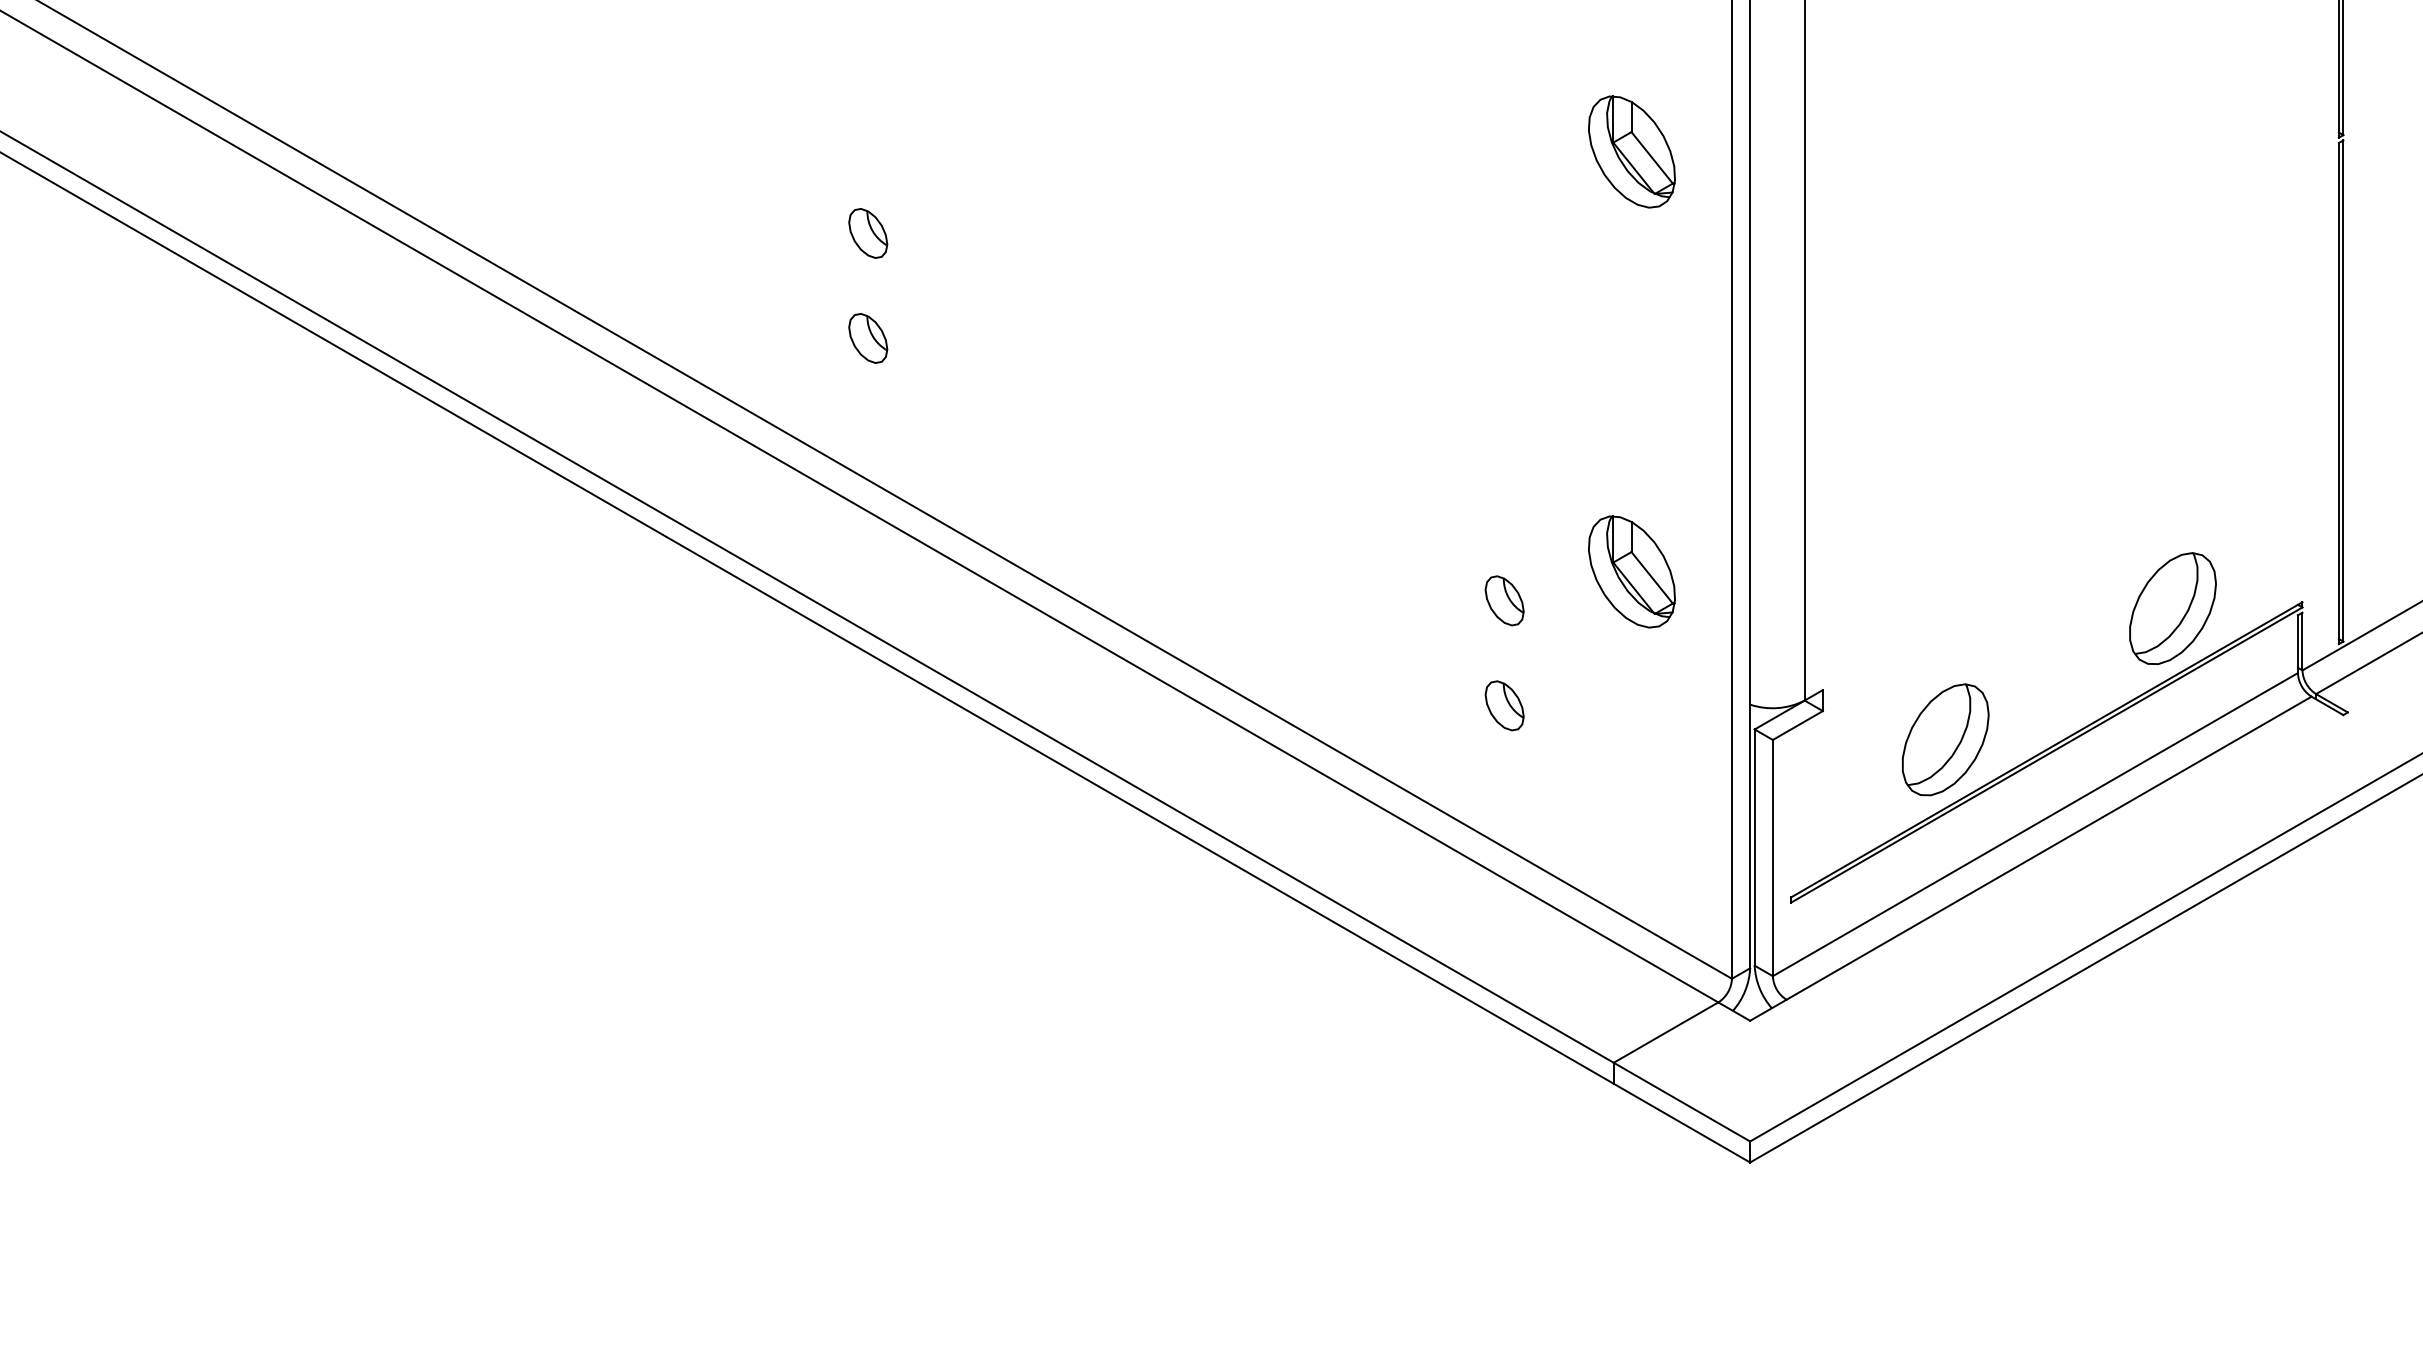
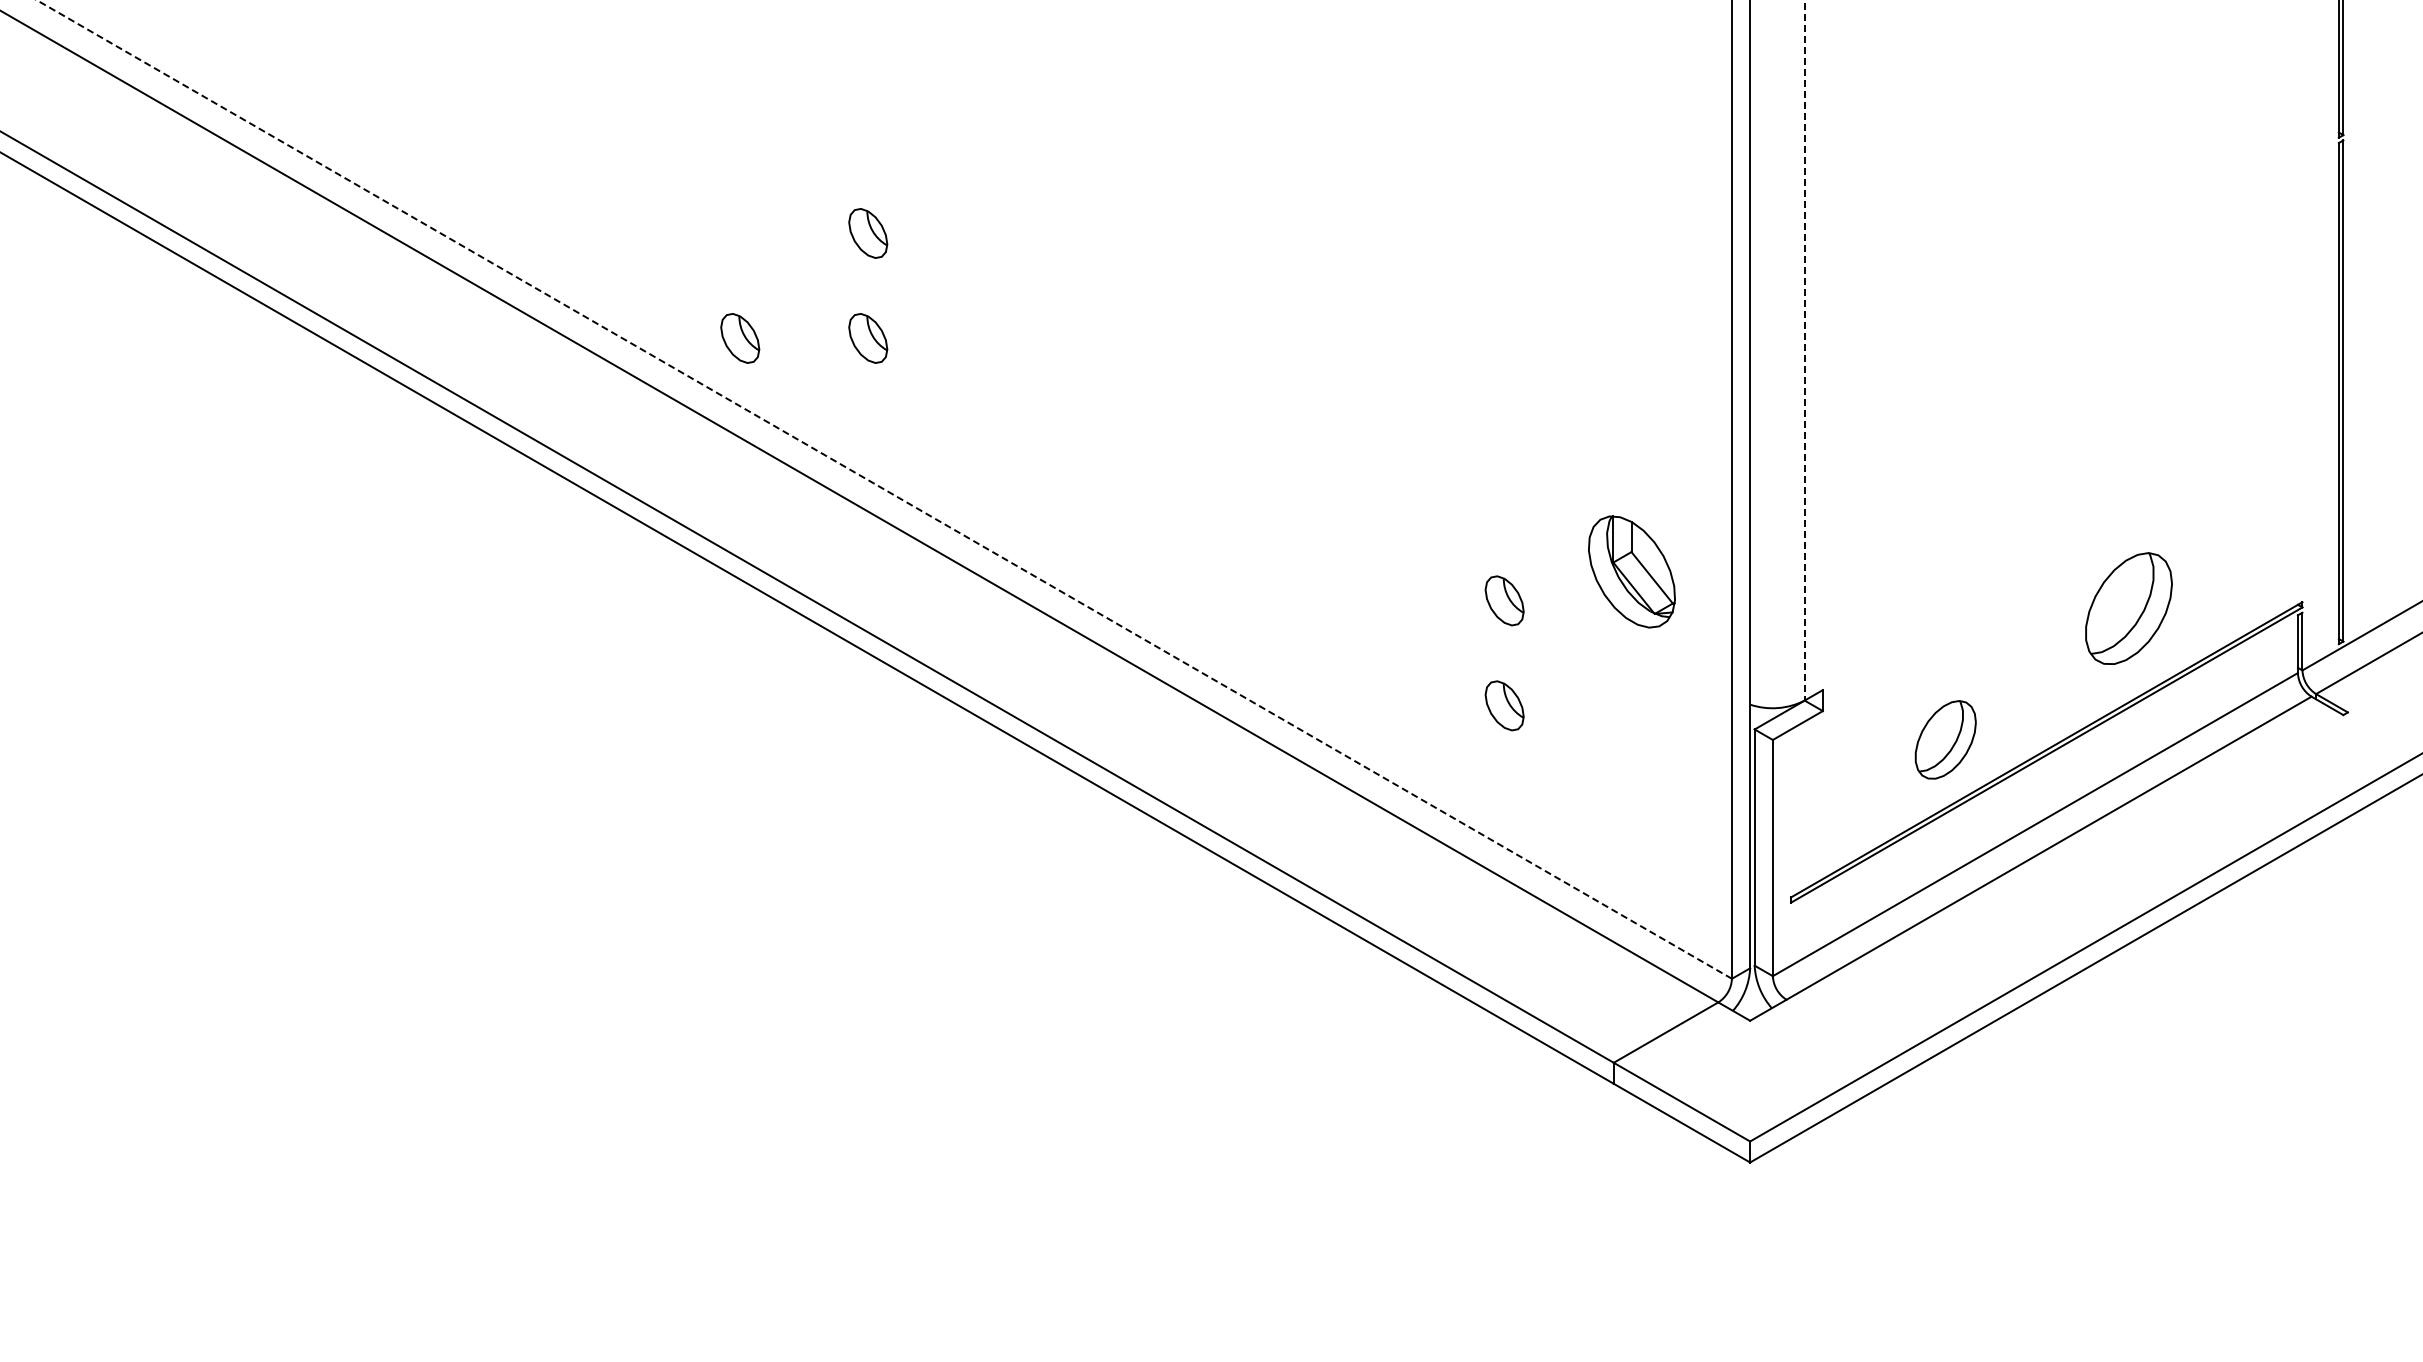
part at (1631, 151): present -> none
part at (740, 338): none -> present
line at (1804, 350): solid -> dashed
line at (884, 489): solid -> dashed
part at (2172, 608) position: (2172, 608) -> (2128, 608)
part at (1945, 739) size: 88x114 px -> 63x80 px
